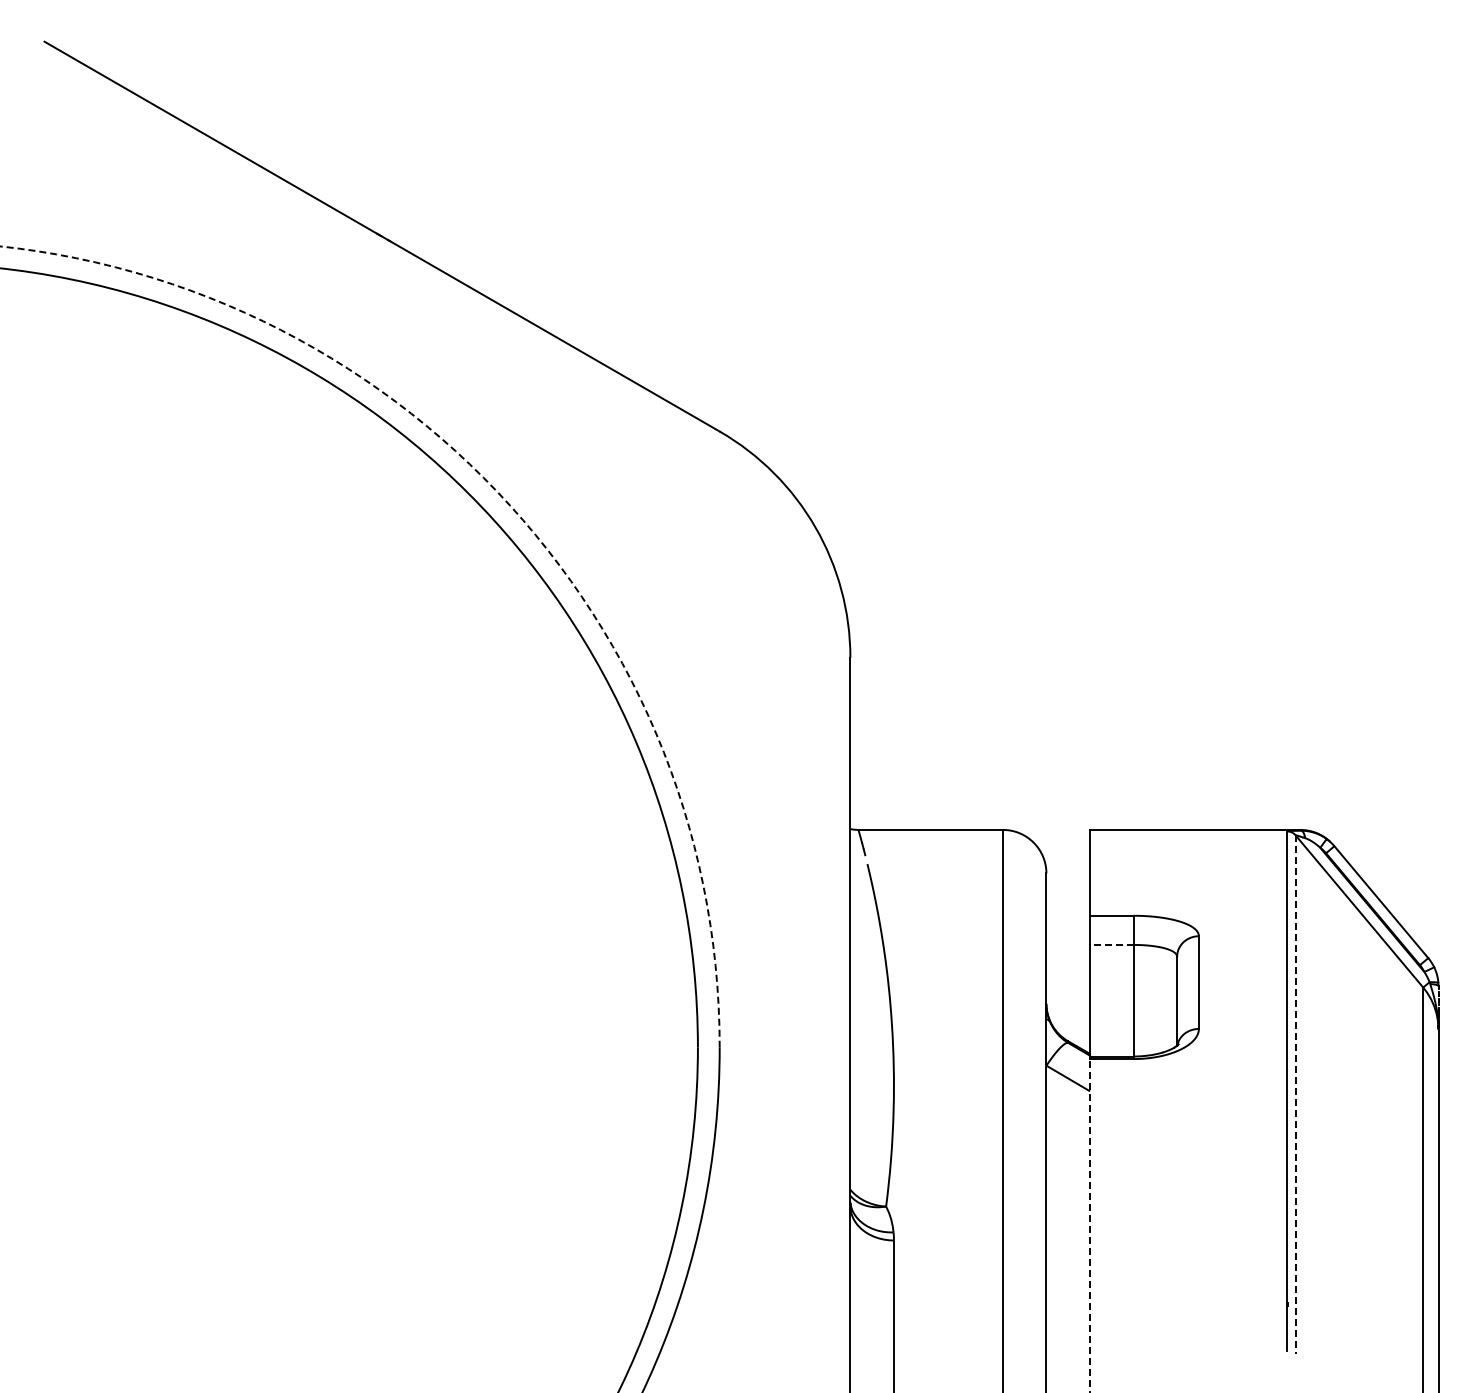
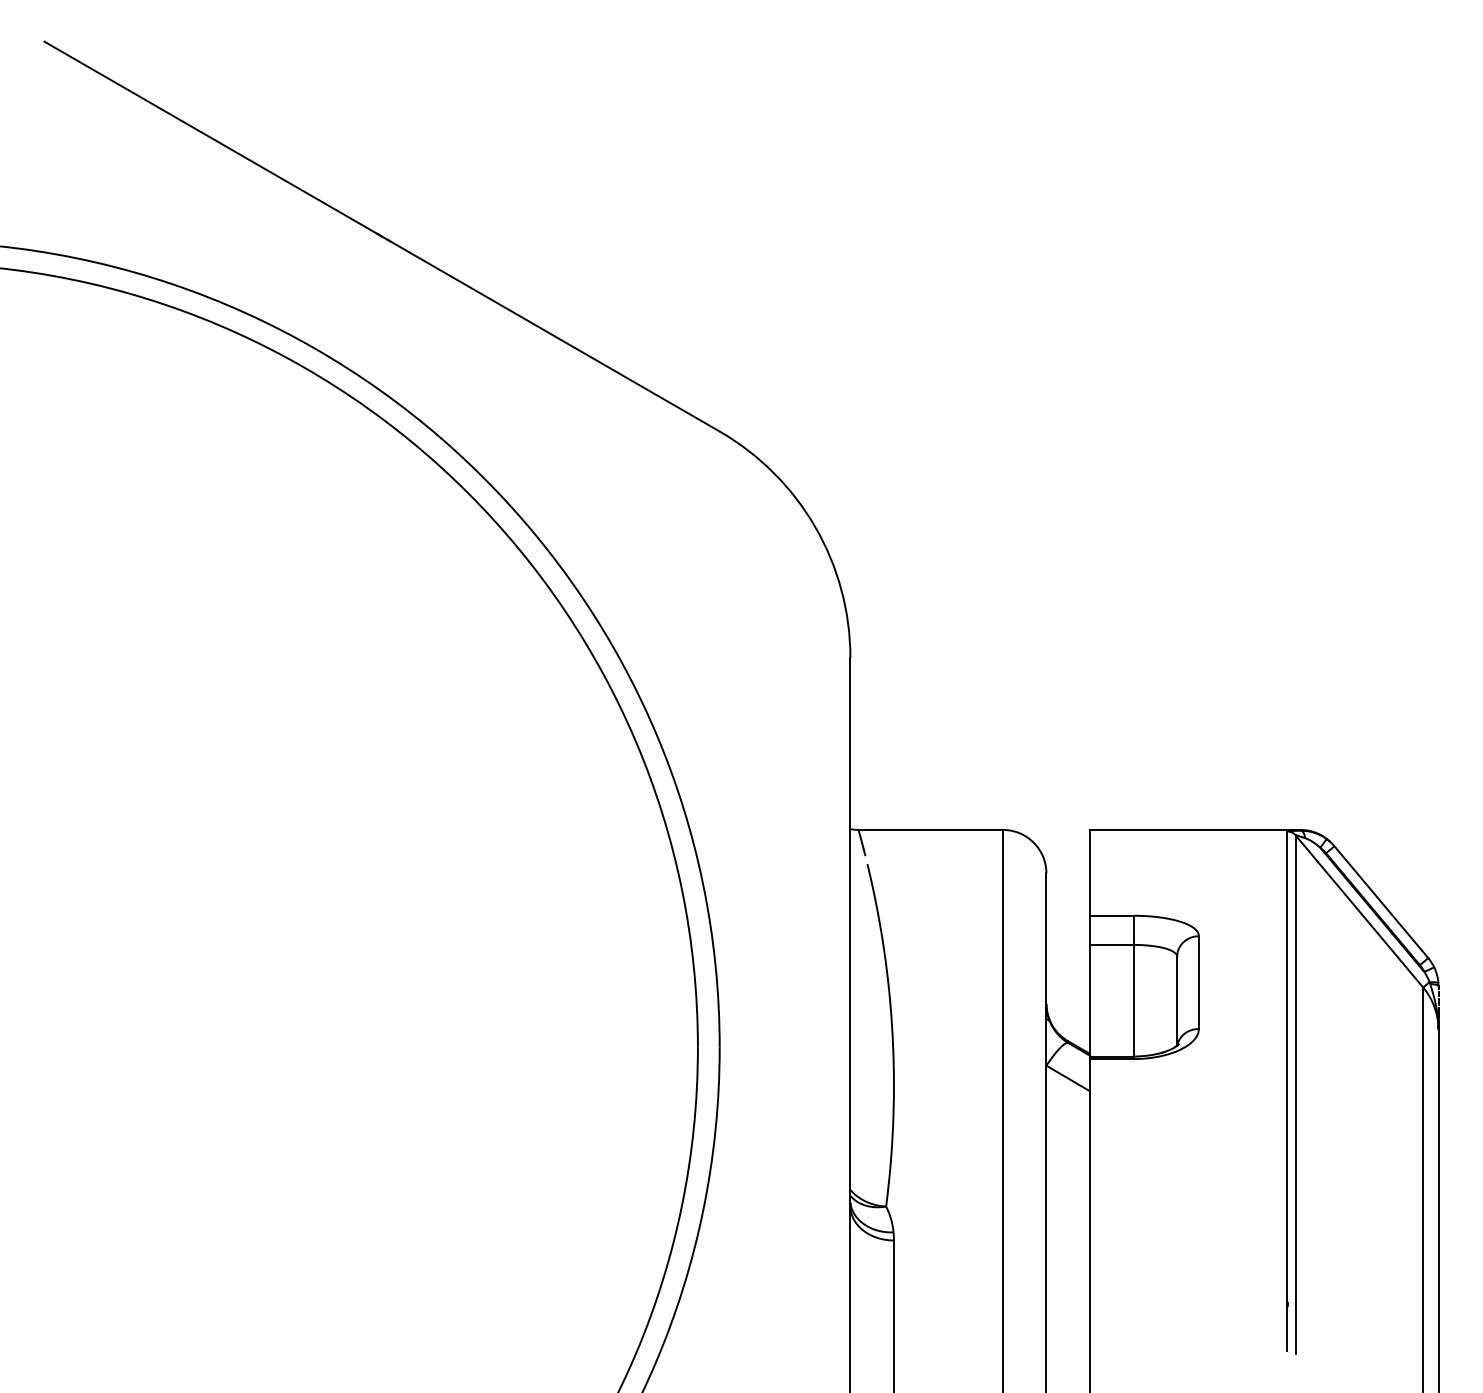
arc at (512, 508): dashed -> solid
line at (1111, 944): dashed -> solid
line at (1295, 1095): dashed -> solid
line at (1090, 1225): dashed -> solid
